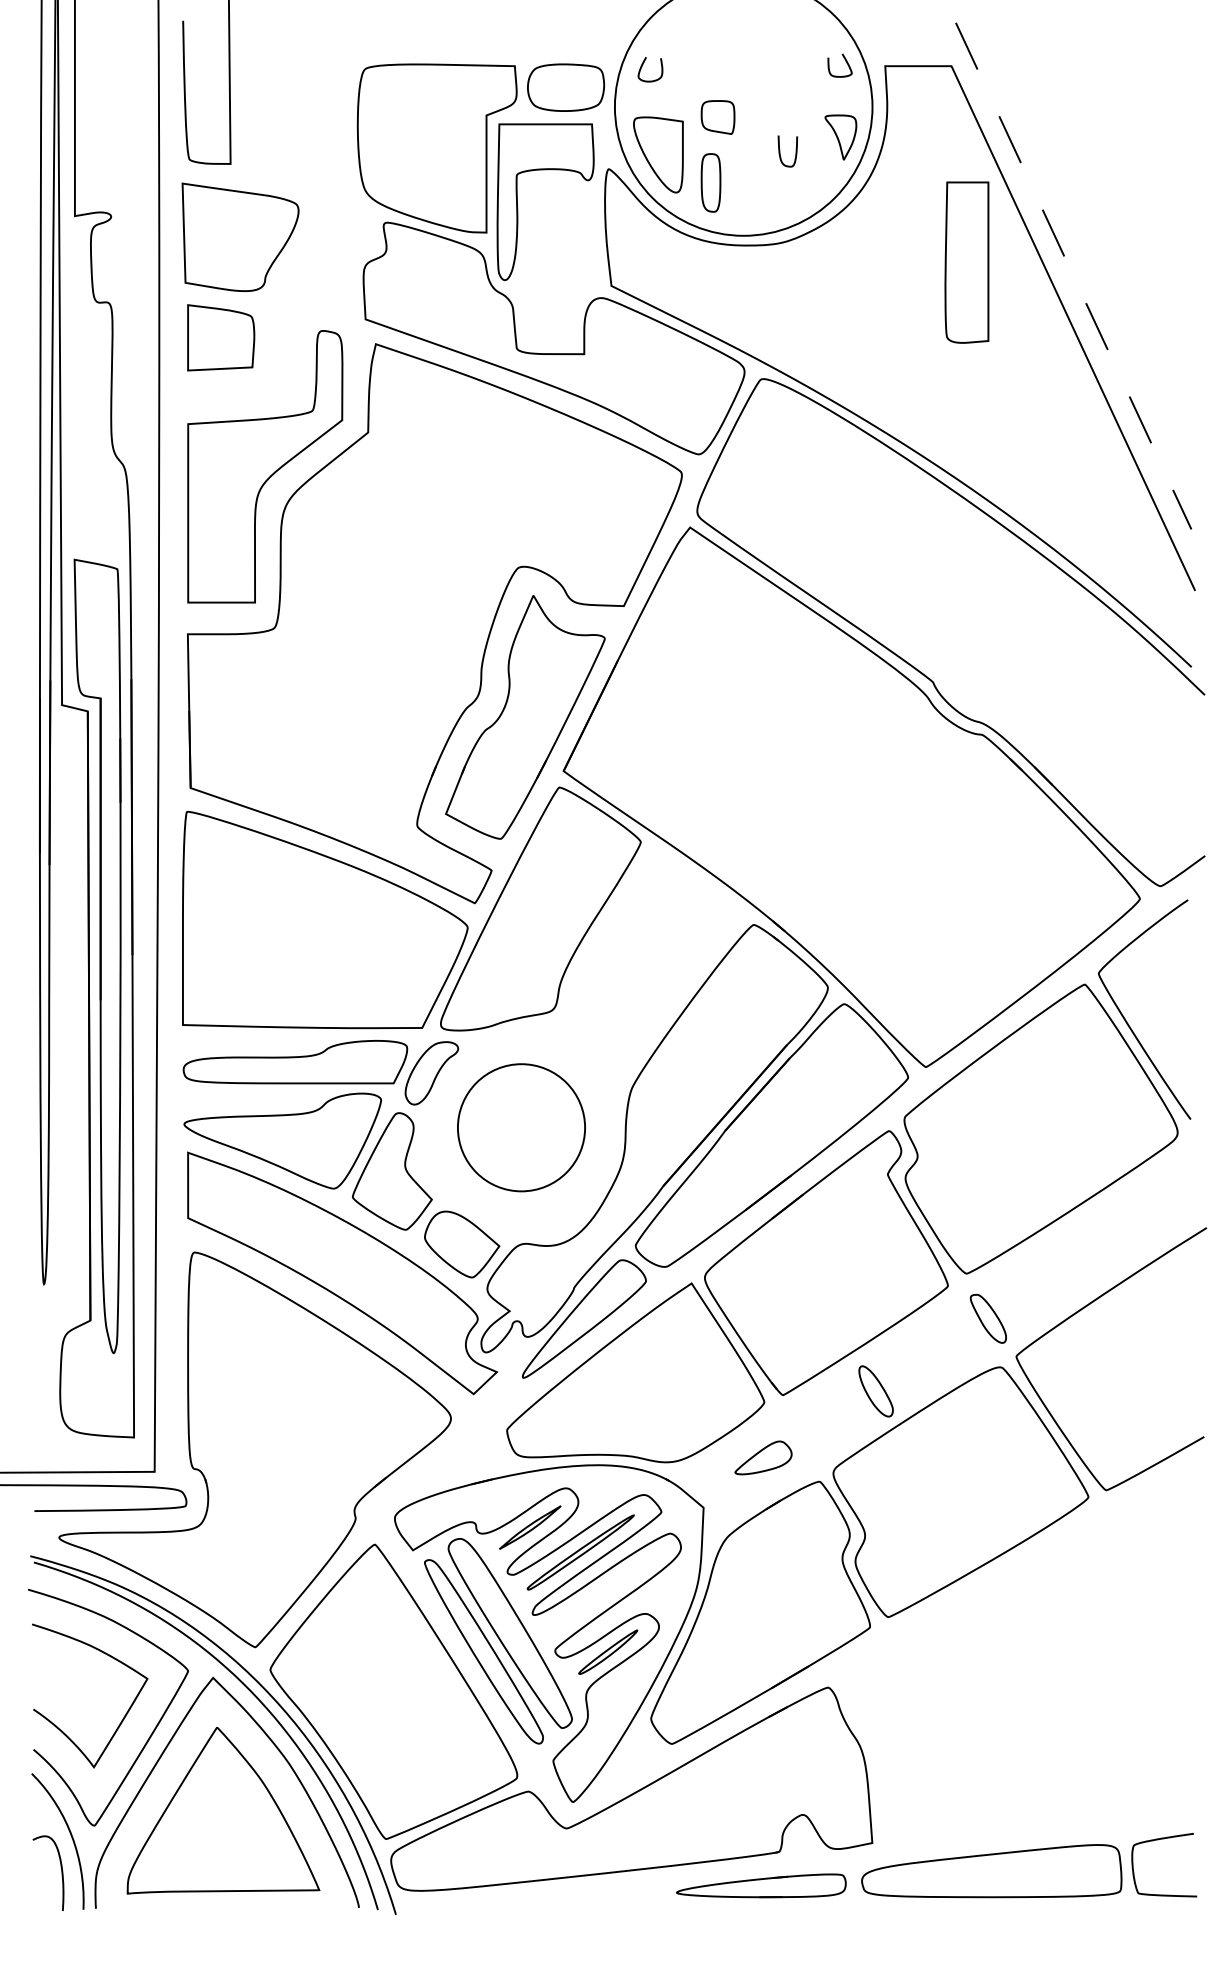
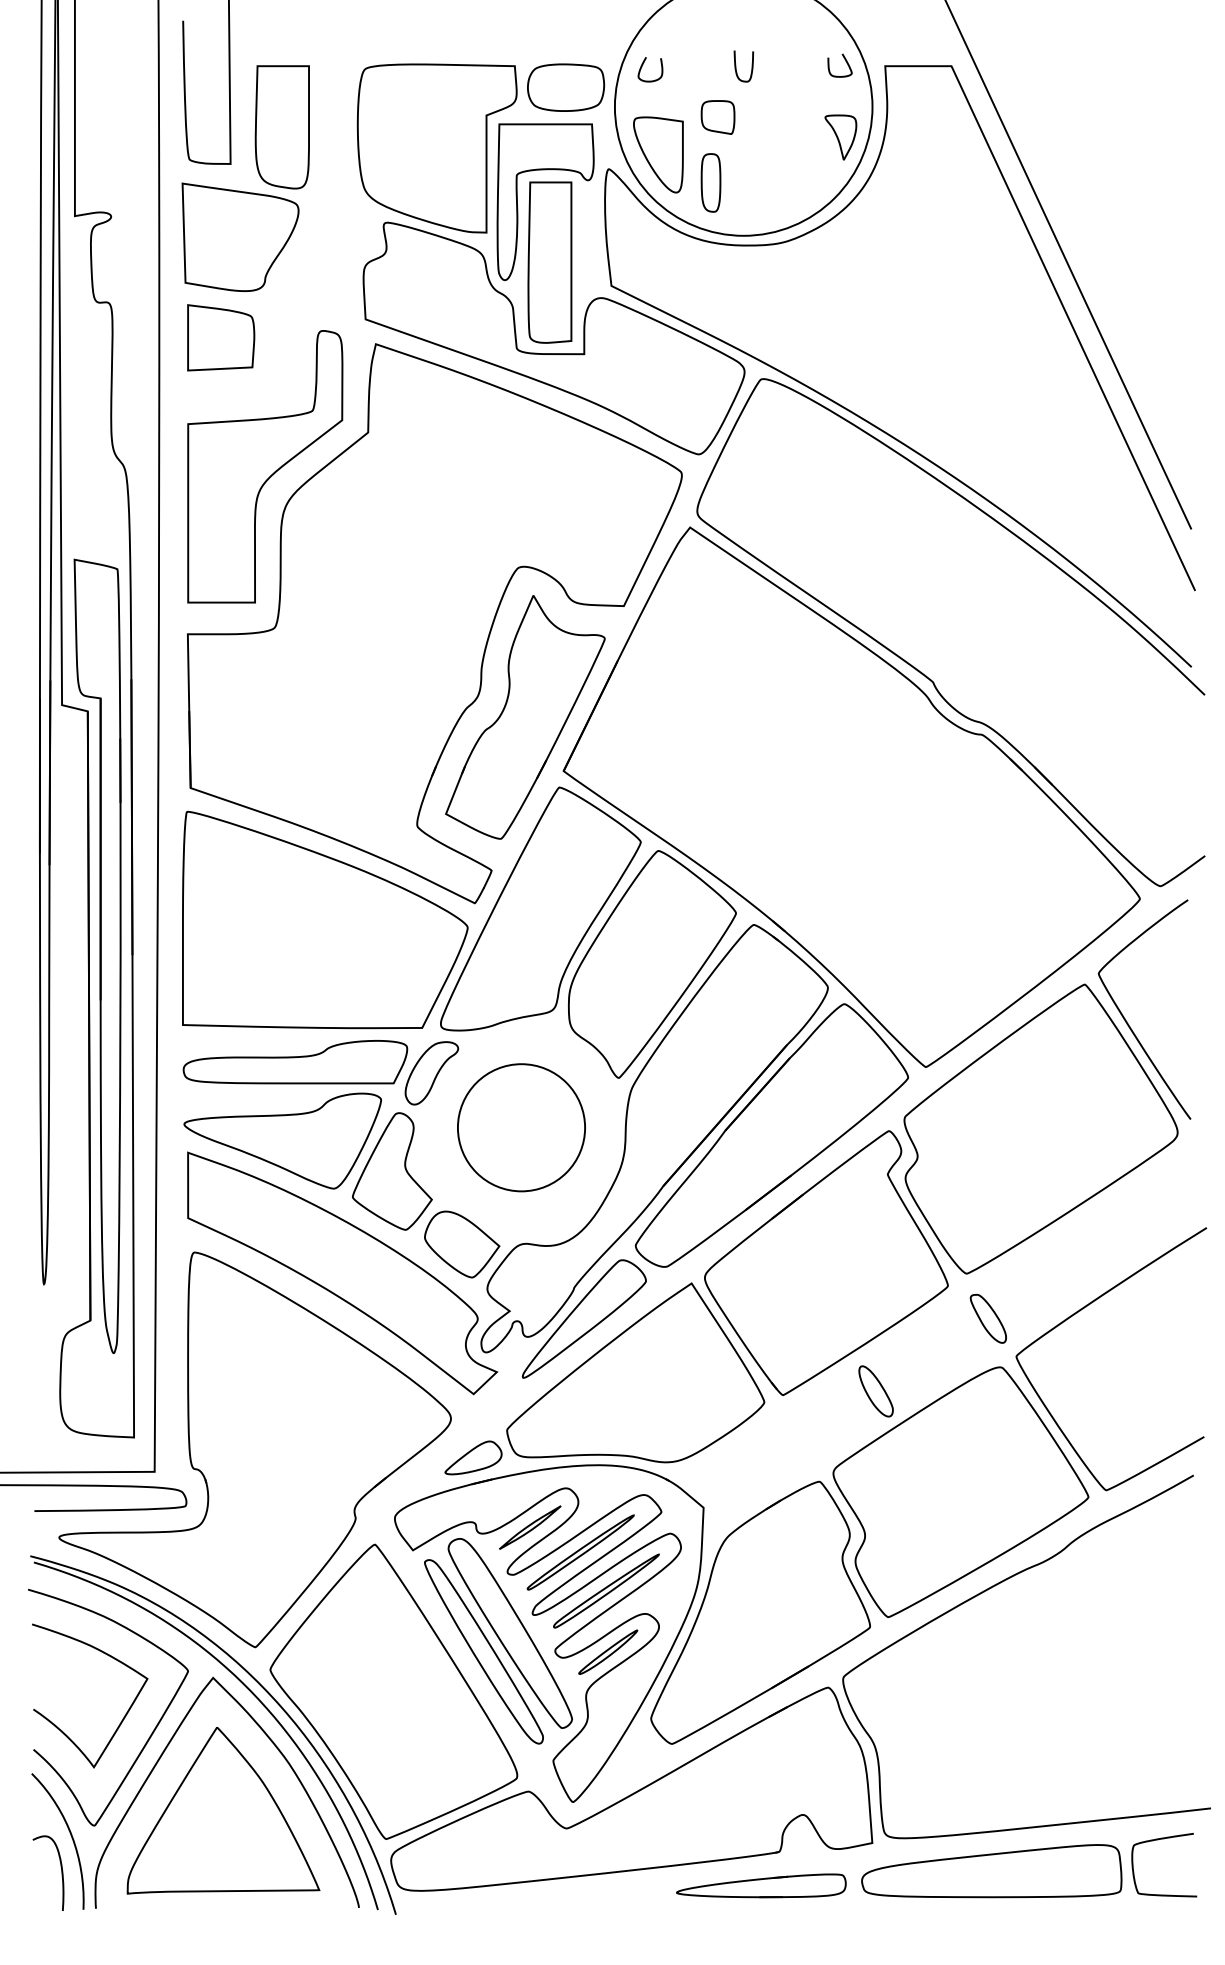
part at (281, 127): none -> present
curve at (780, 151) position: (780, 151) -> (736, 66)
part at (966, 262) position: (966, 262) -> (549, 262)
line at (1069, 267): dashed -> solid
part at (652, 964): none -> present
part at (763, 1457) position: (763, 1457) -> (473, 1457)
part at (606, 1590): none -> present
curve at (988, 1590): none -> present
